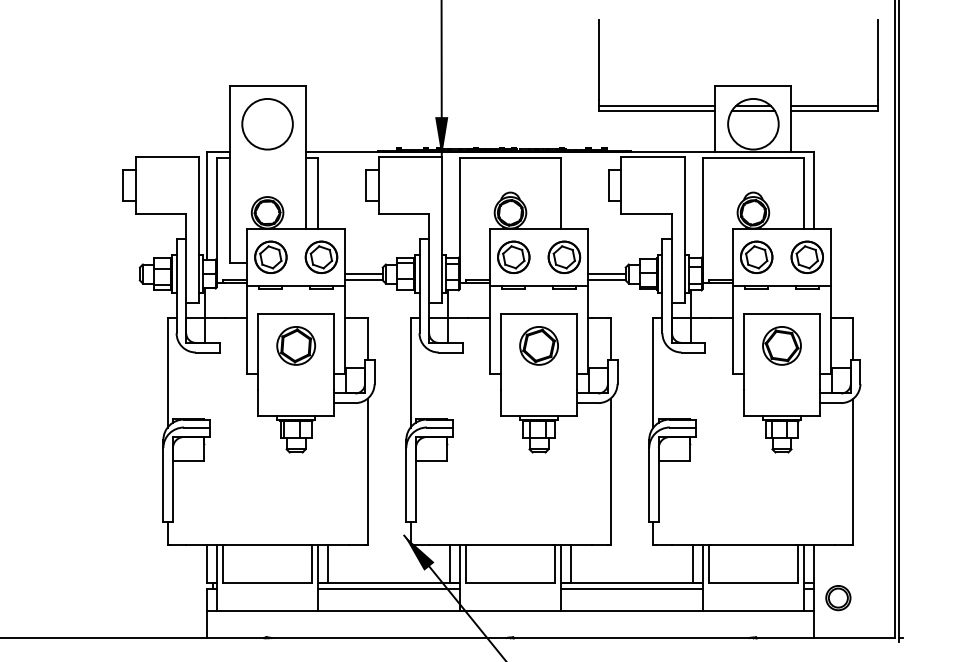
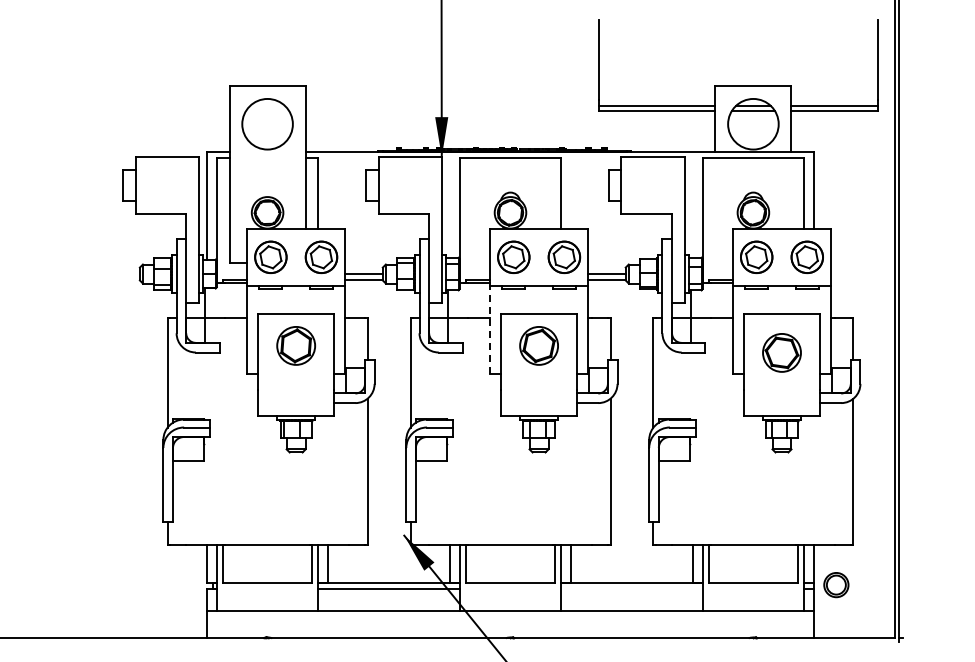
line at (490, 329): solid -> dashed
part at (781, 345) position: (781, 345) -> (781, 352)
line at (631, 589): present -> none
part at (838, 598) position: (838, 598) -> (836, 585)
